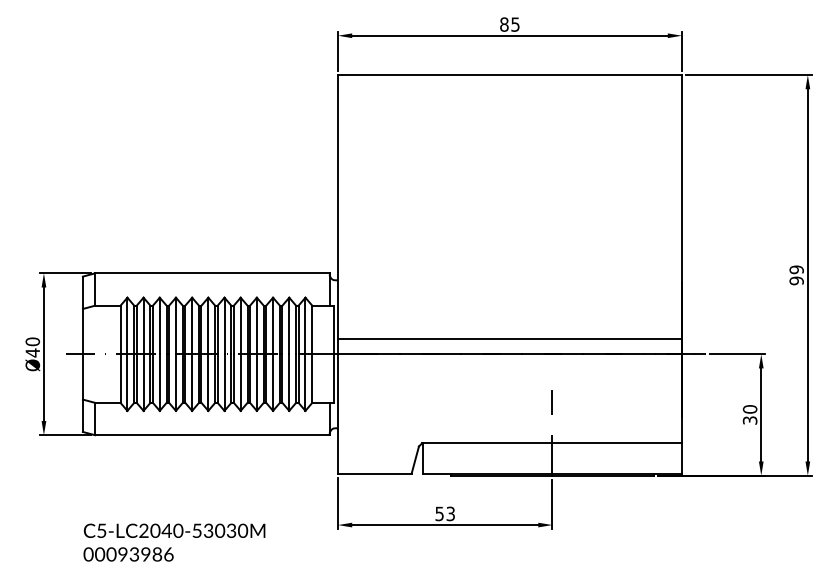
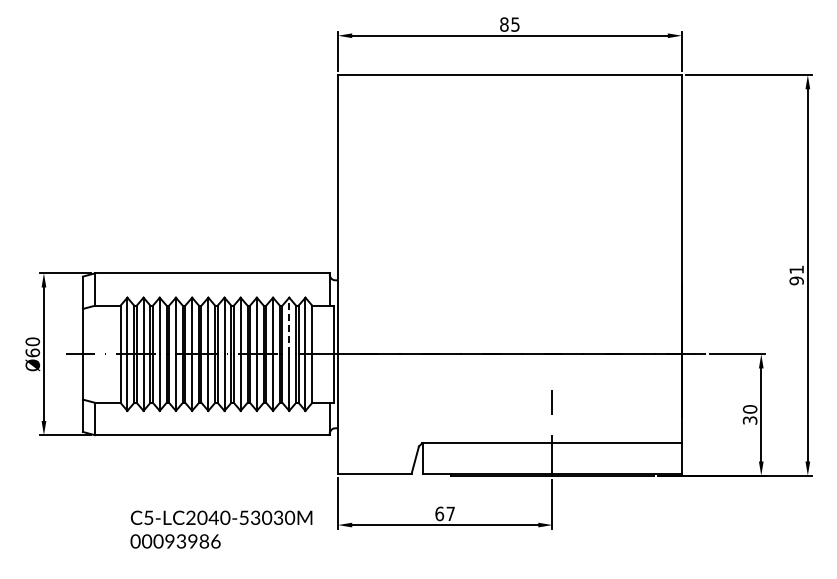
text at (796, 269): 99 -> 91
line at (289, 325): solid -> dashed
line at (509, 339): present -> none
text at (32, 352): Ø40 -> Ø60
text at (444, 513): 53 -> 67
text at (174, 542) position: (174, 542) -> (221, 529)
